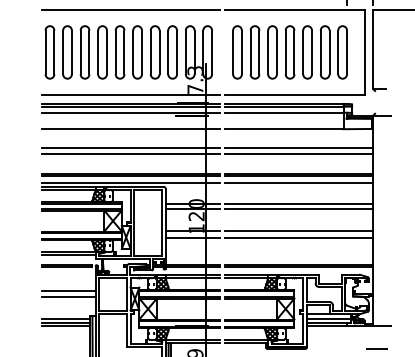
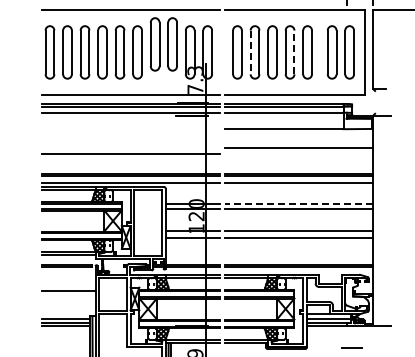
part at (163, 52) position: (163, 52) -> (163, 44)
line at (250, 52): solid -> dashed
line at (294, 52): solid -> dashed
part at (333, 52) position: (333, 52) -> (340, 52)
line at (130, 129): present -> none
line at (130, 148): present -> none
line at (298, 154): present -> none
line at (298, 203): solid -> dashed
line at (68, 297): present -> none
line at (376, 348) position: (376, 348) -> (351, 347)
